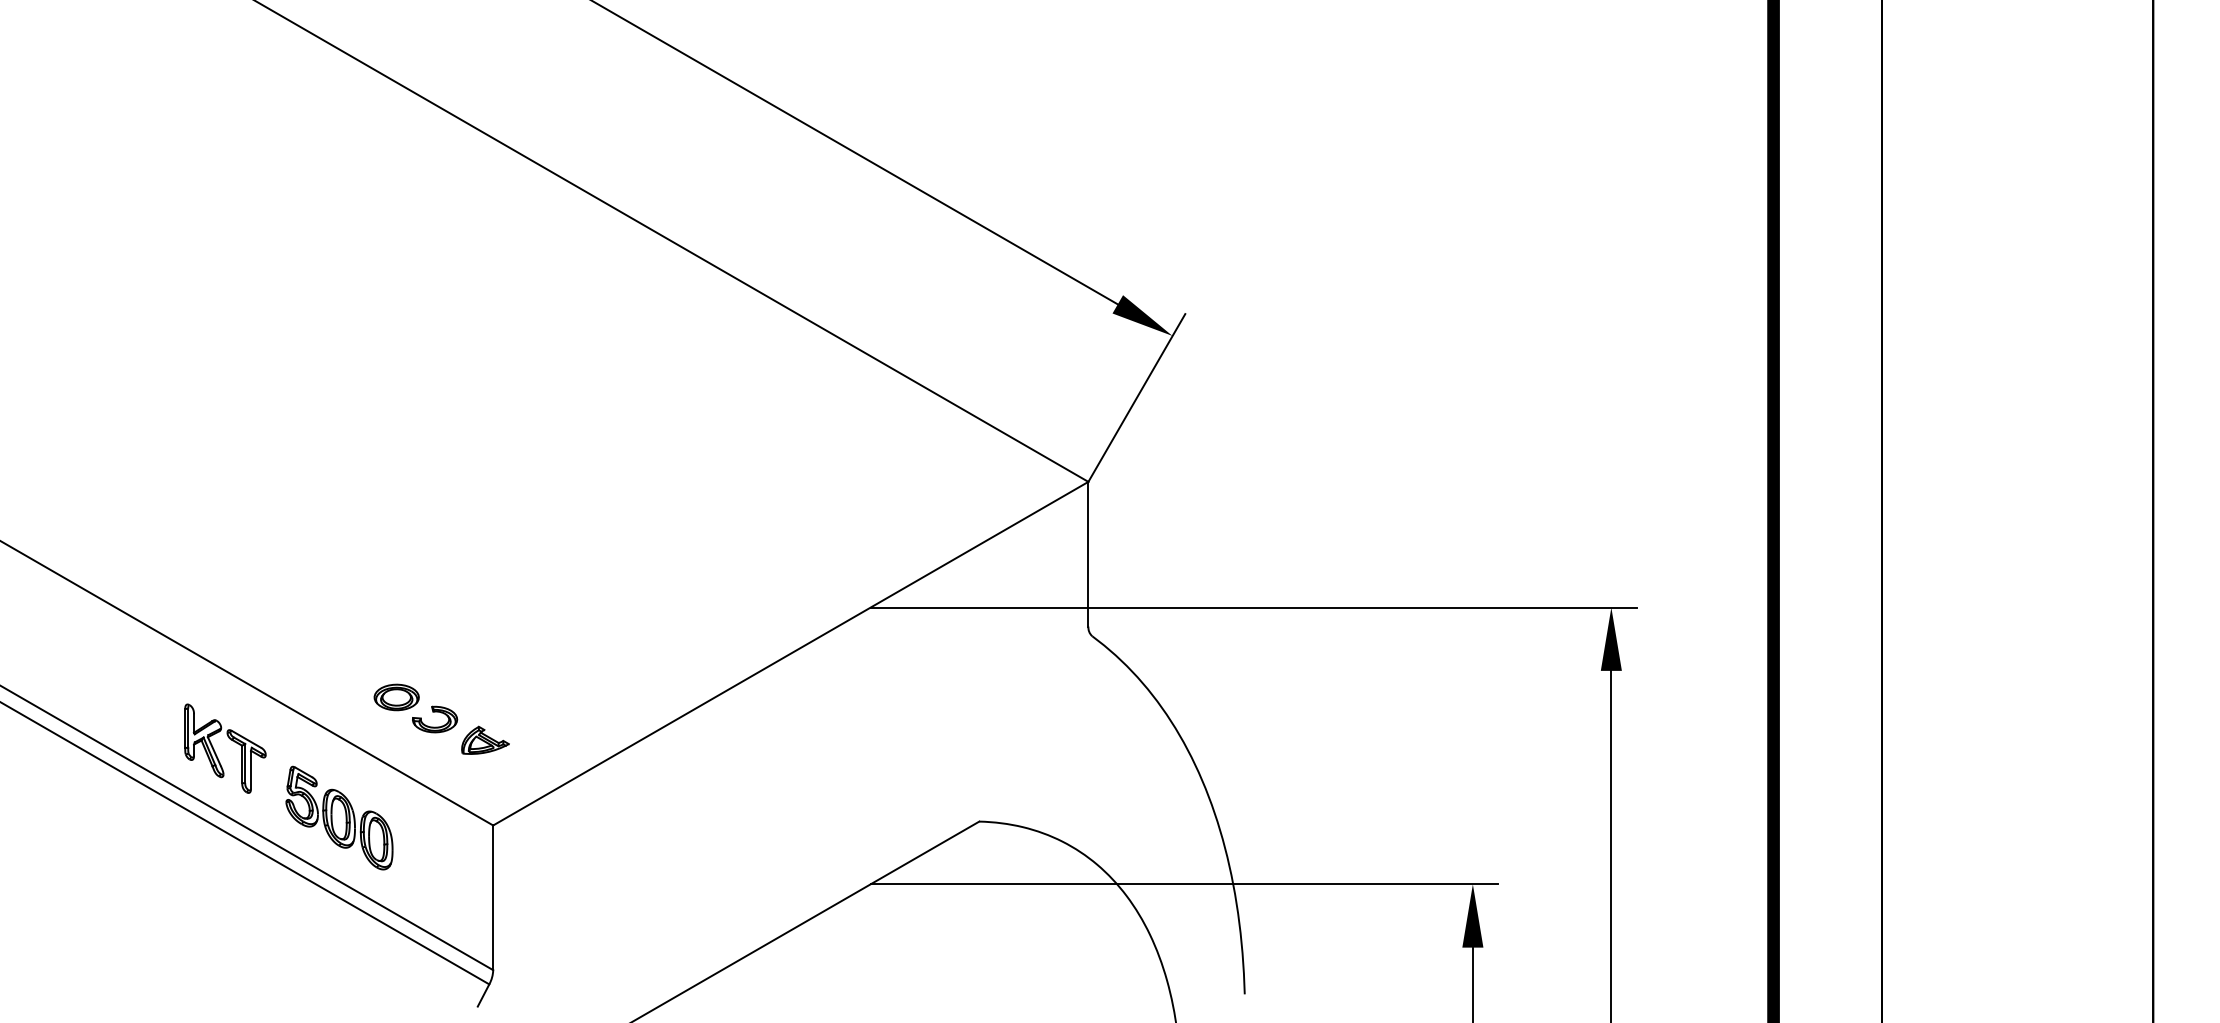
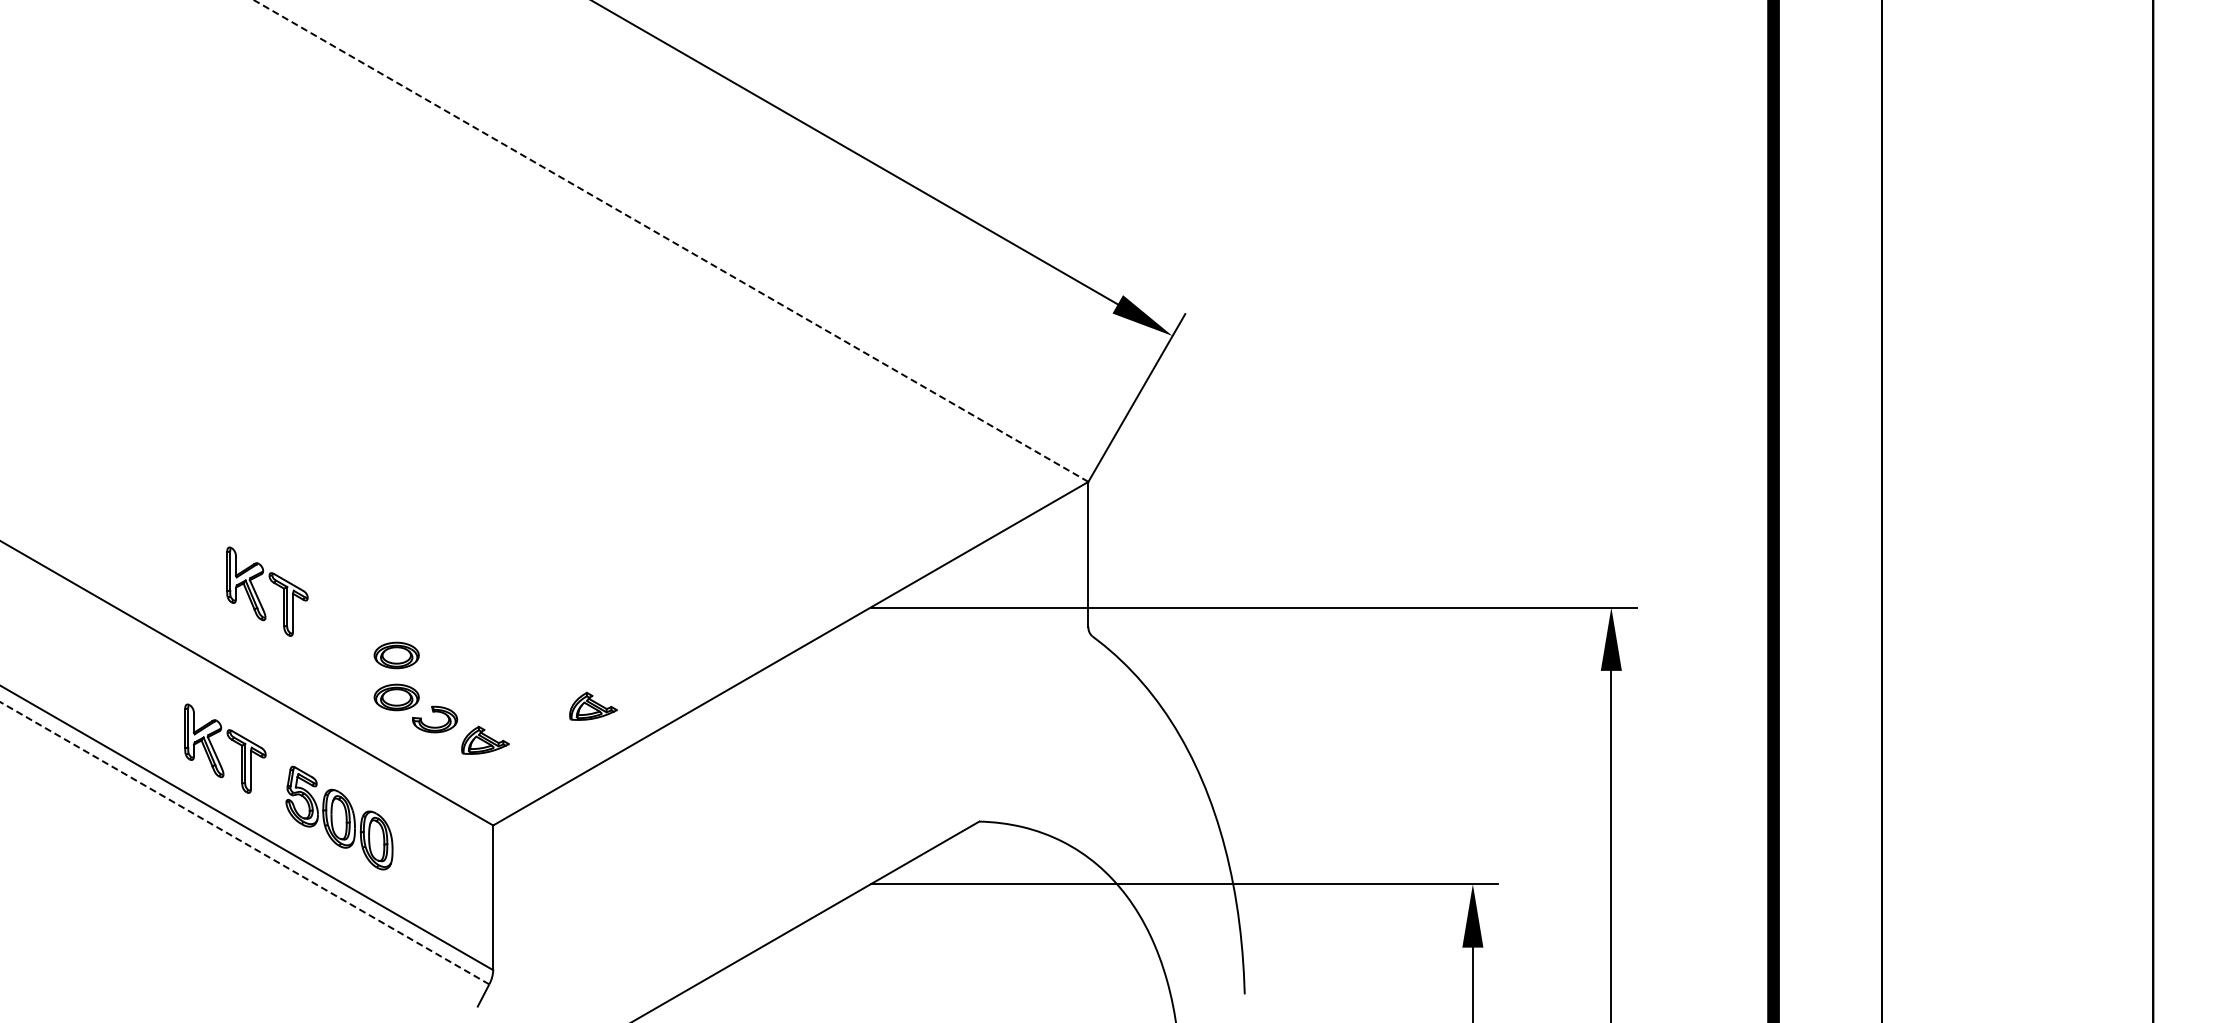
line at (671, 240): solid -> dashed
part at (271, 582): none -> present
part at (396, 655): none -> present
part at (593, 705): none -> present
line at (244, 842): solid -> dashed
